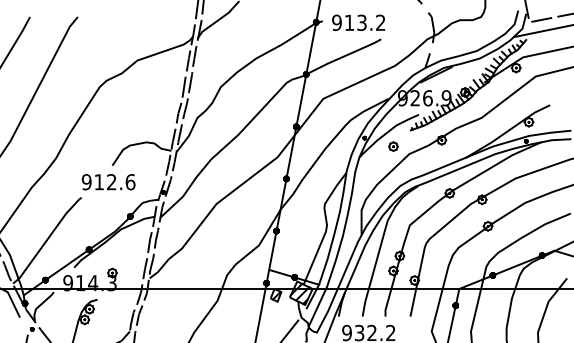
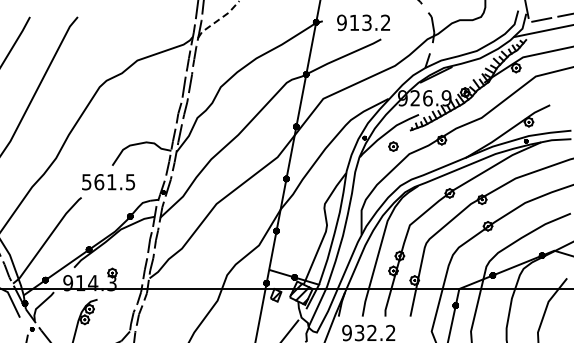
line at (219, 19): solid -> dashed
text at (358, 22) position: (358, 22) -> (363, 22)
text at (108, 182): 912.6 -> 561.5
